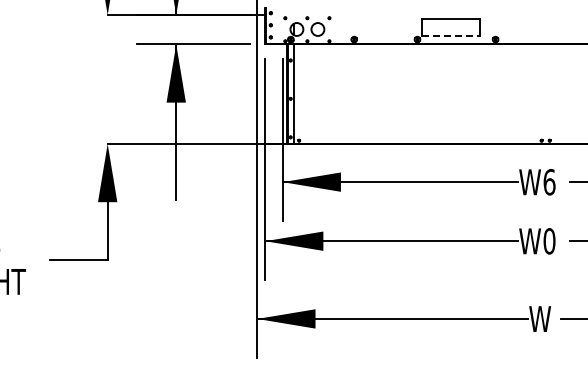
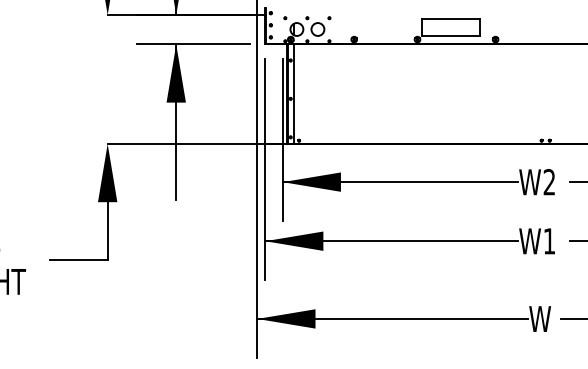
line at (451, 36): dashed -> solid
text at (549, 182): W6 -> W2
text at (549, 241): W0 -> W1
